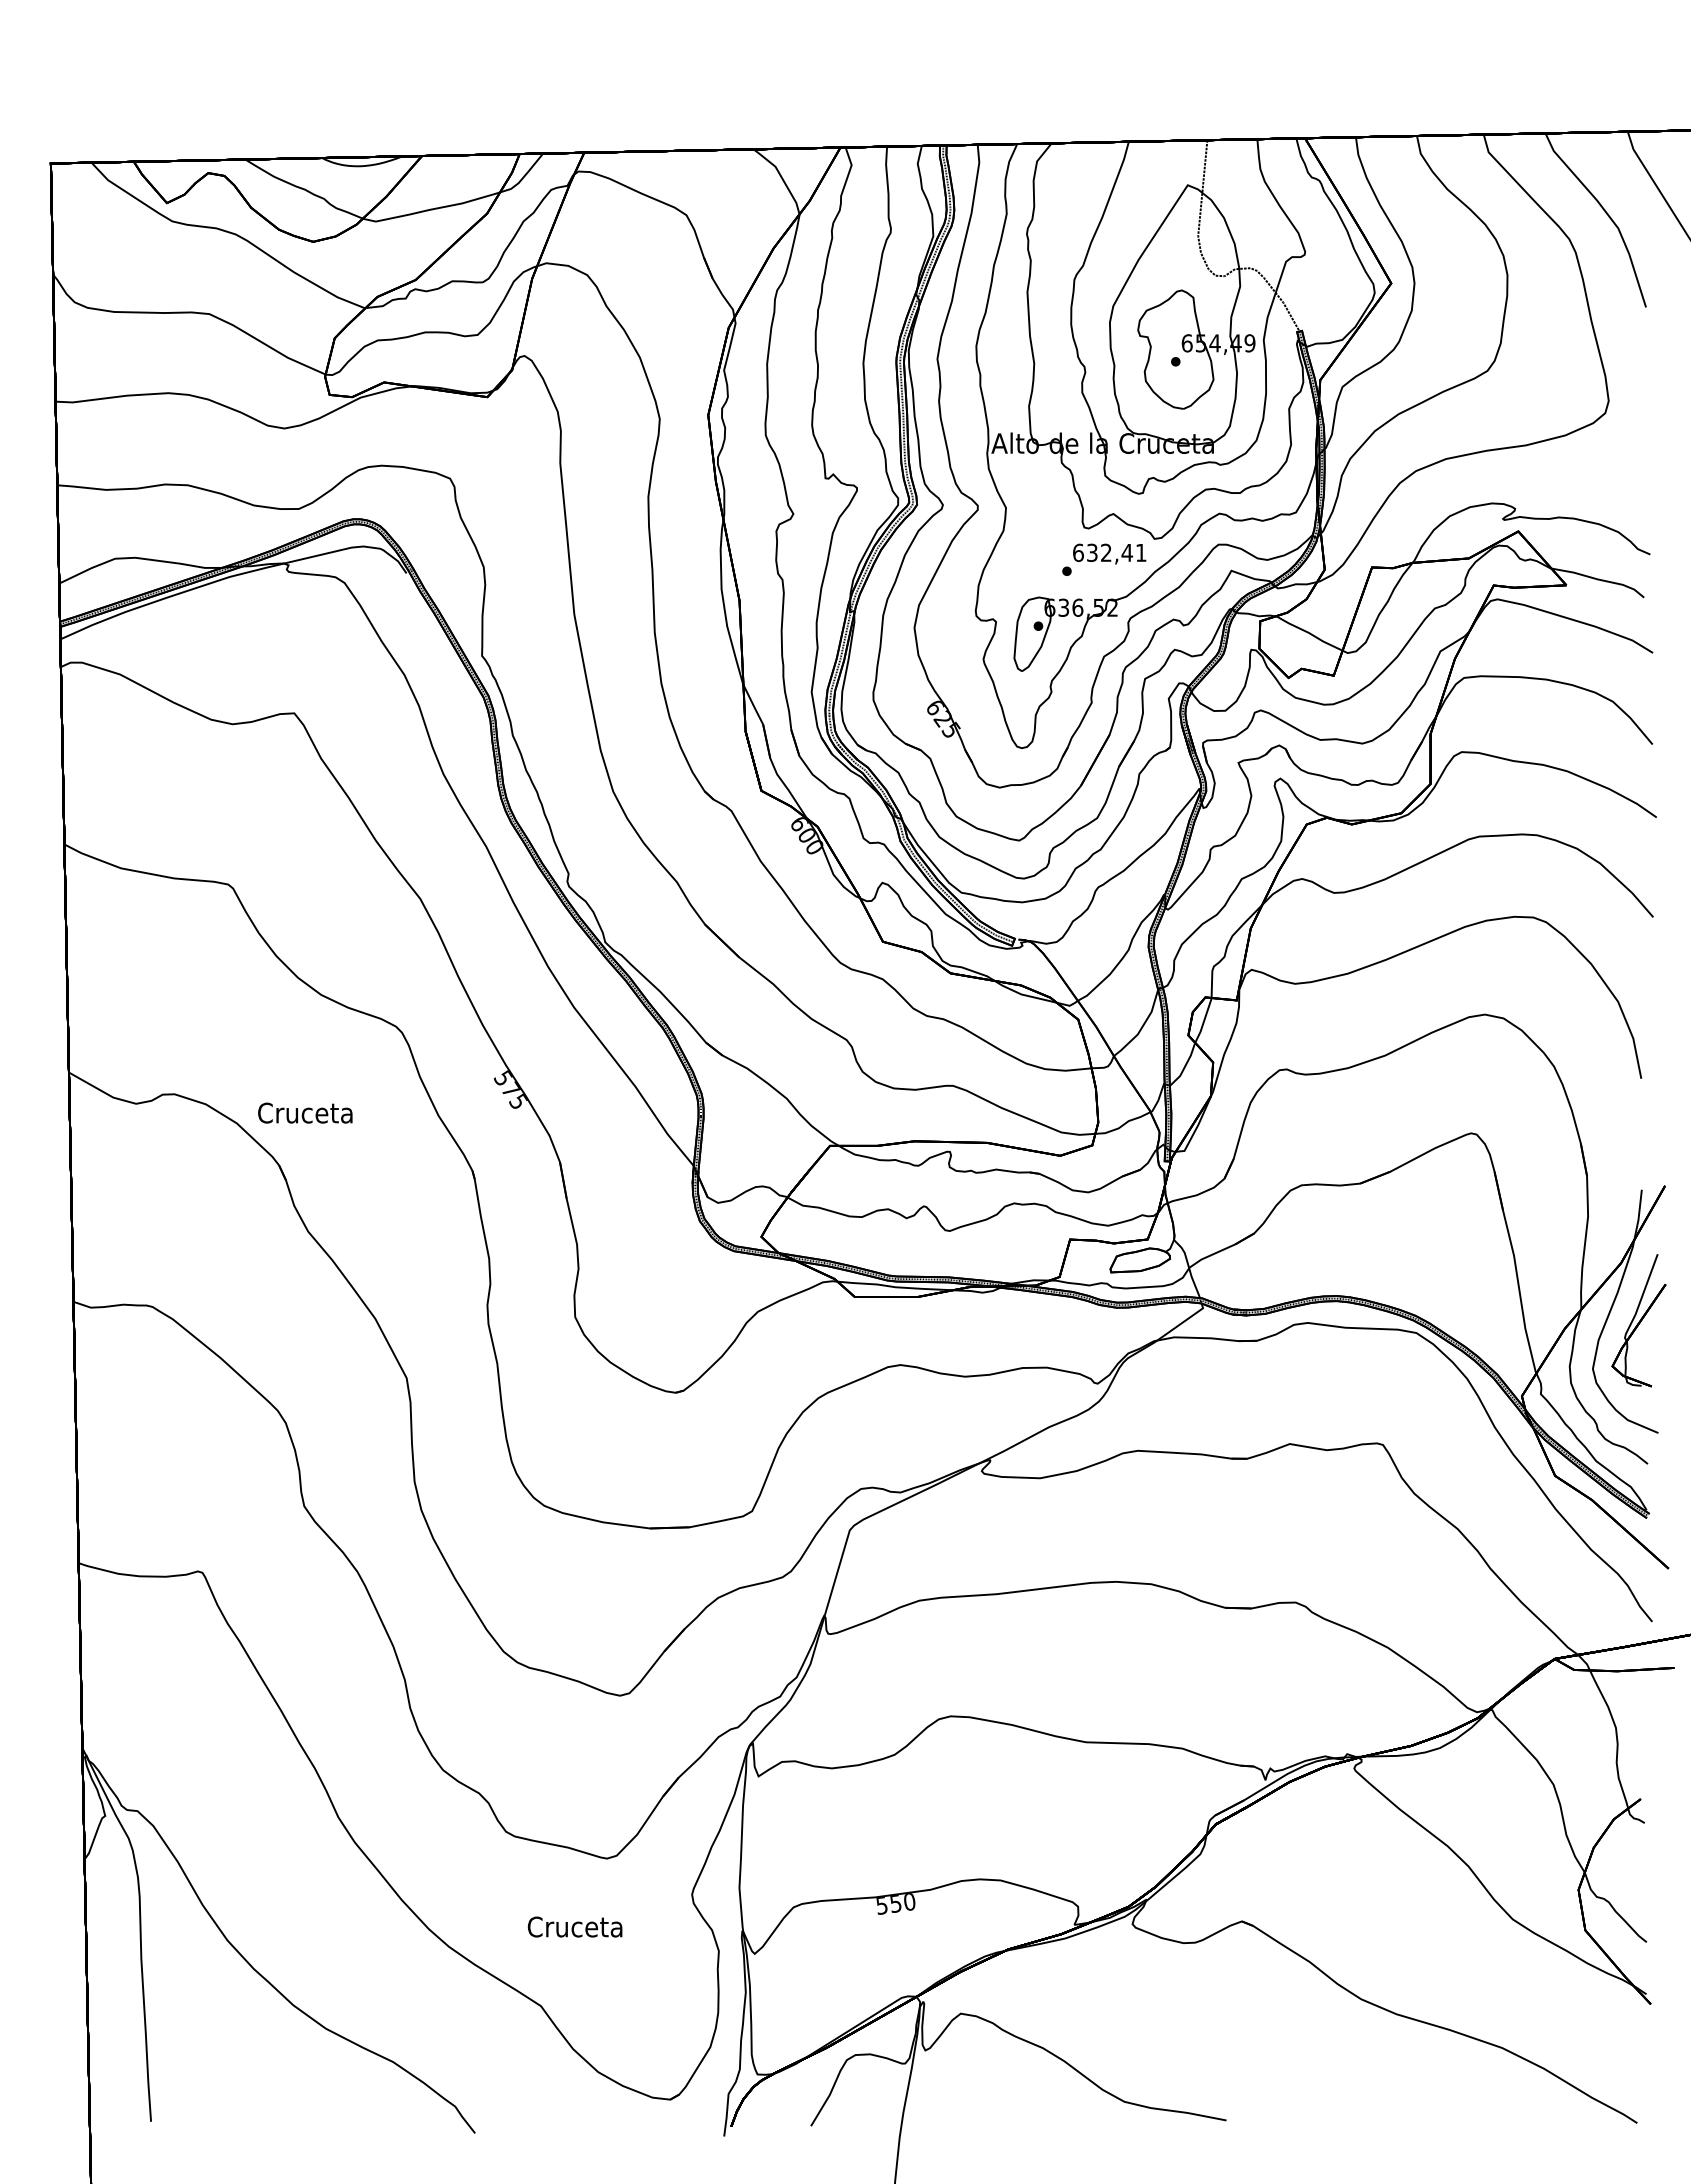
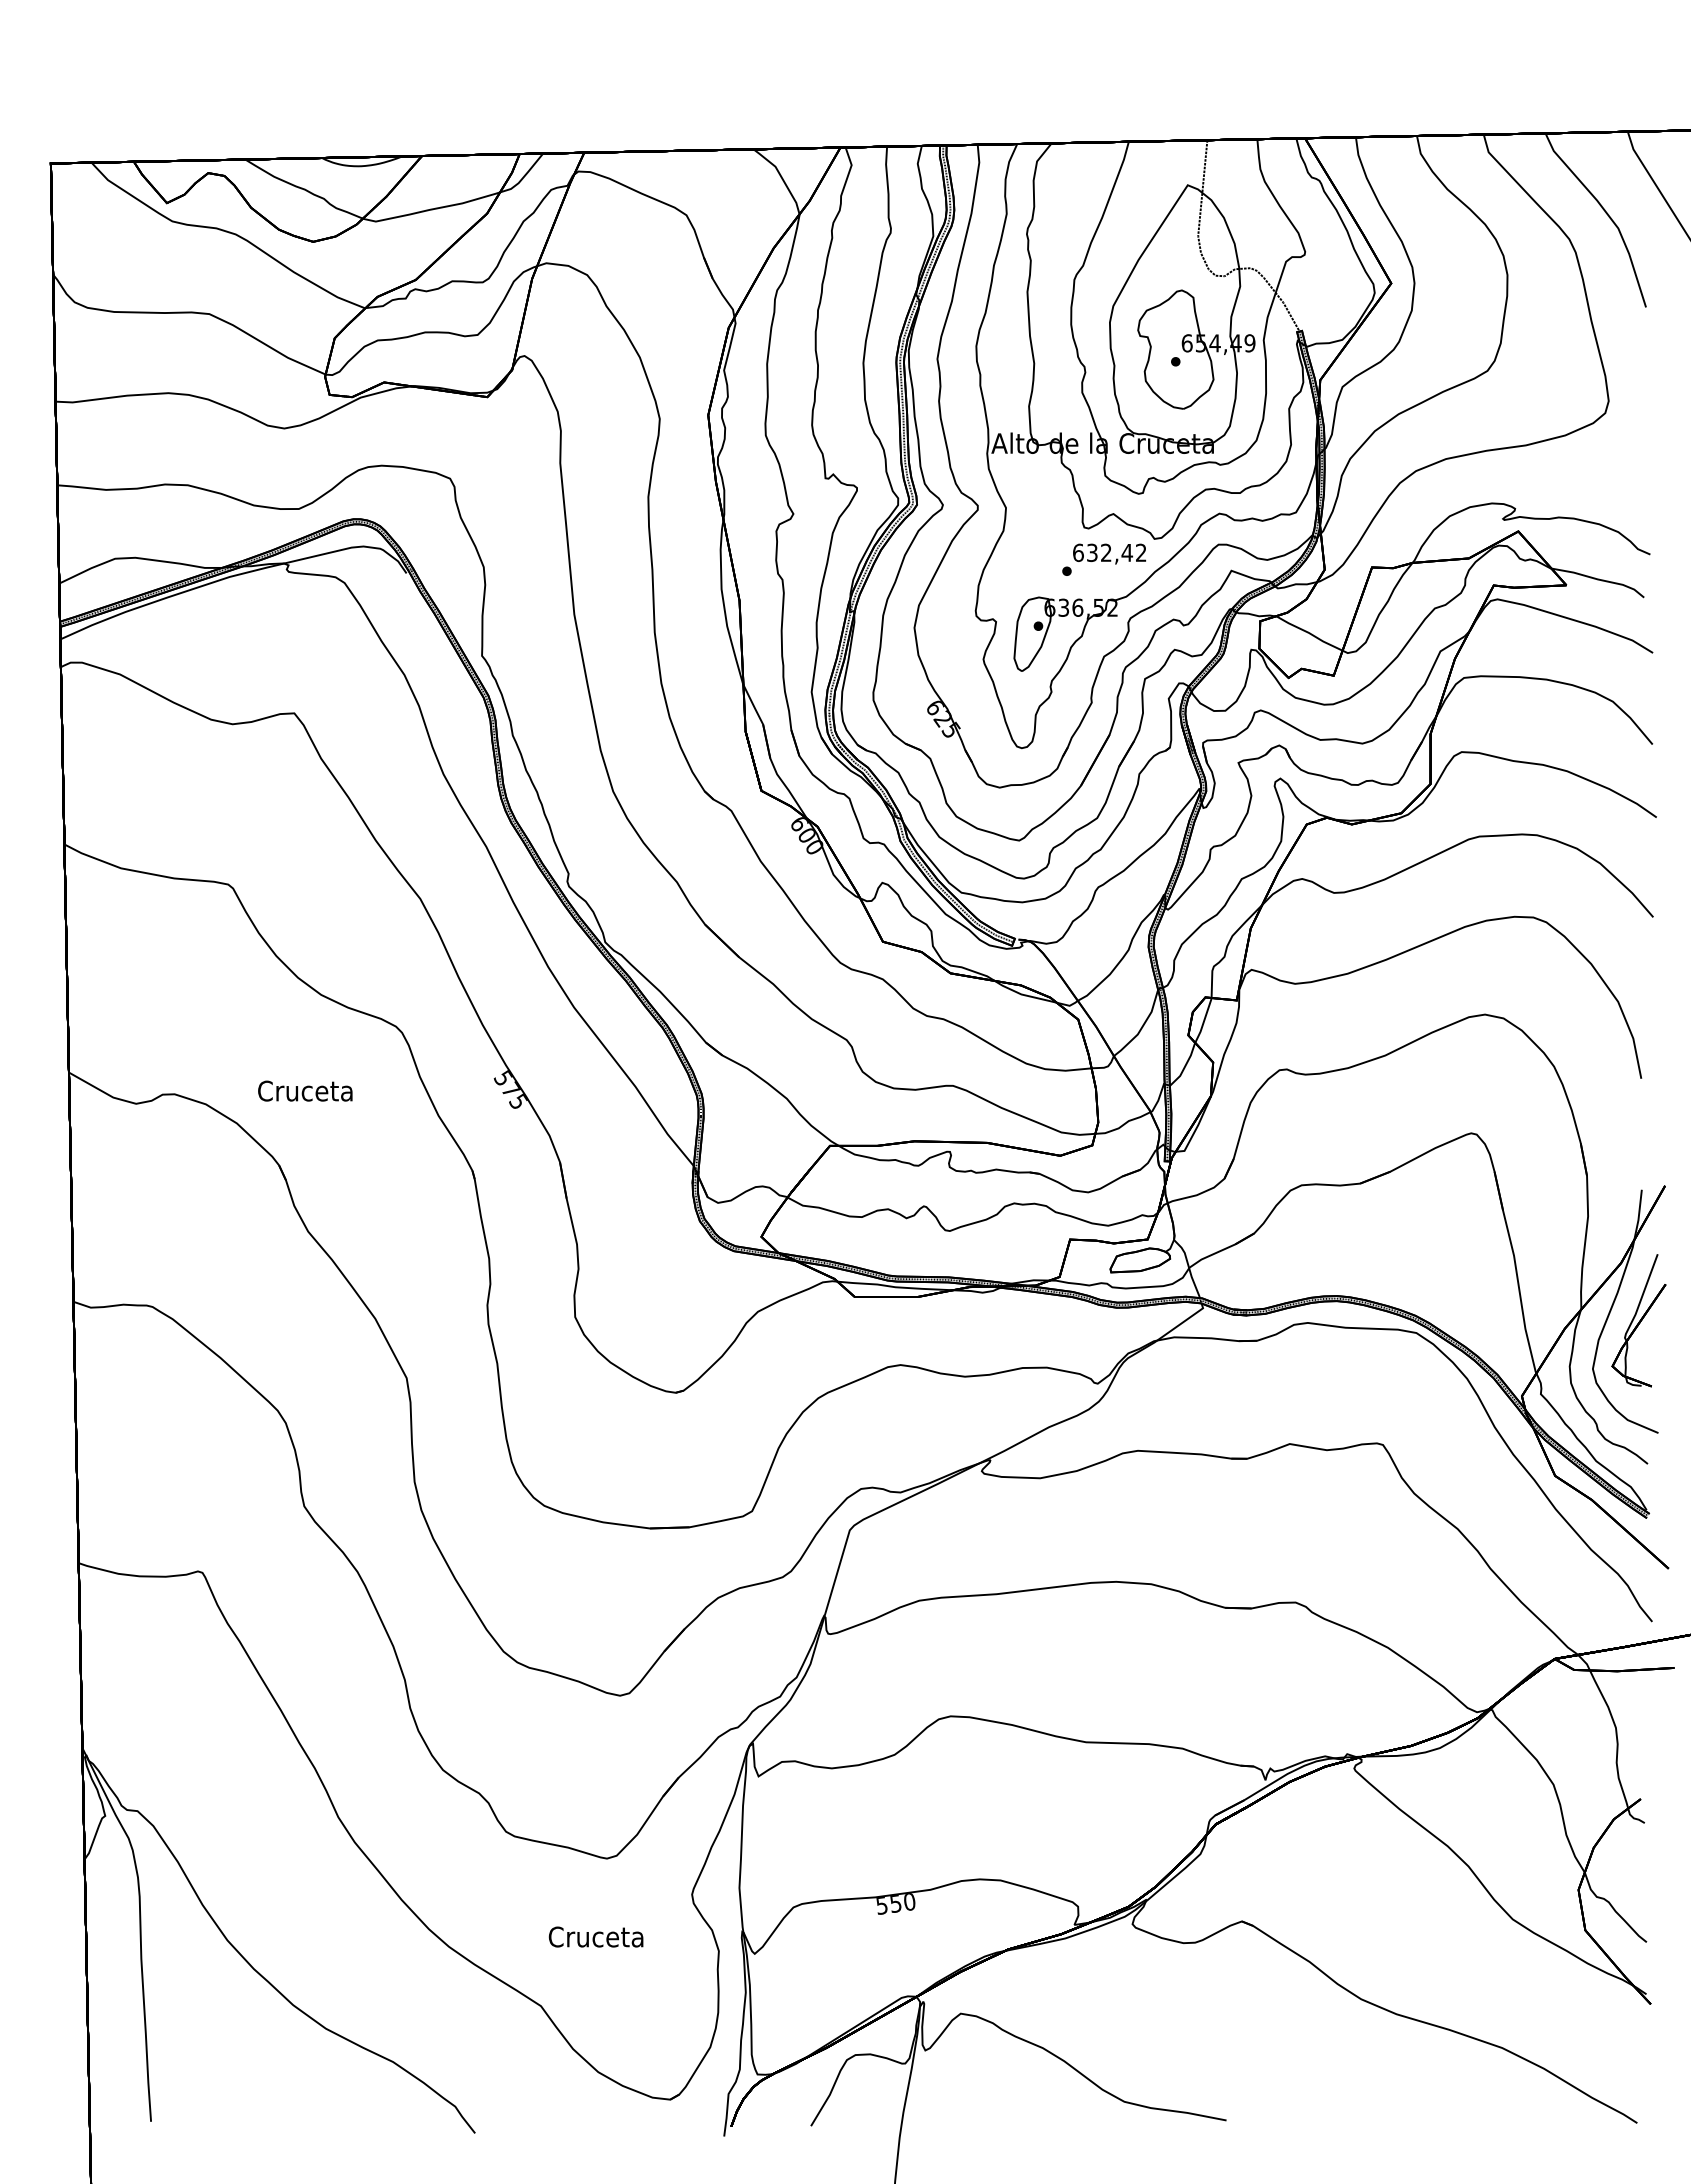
text at (1141, 552): 632,41 -> 632,42
text at (305, 1112) position: (305, 1112) -> (305, 1090)
text at (574, 1926) position: (574, 1926) -> (595, 1936)
